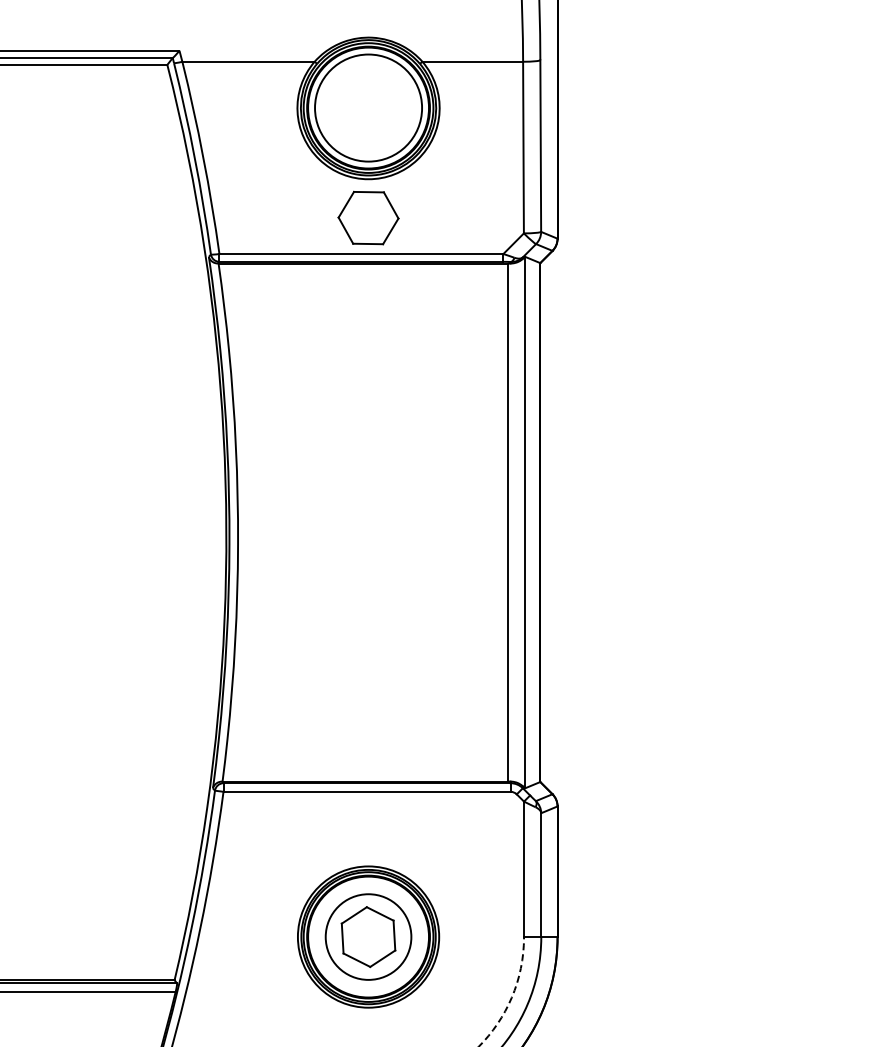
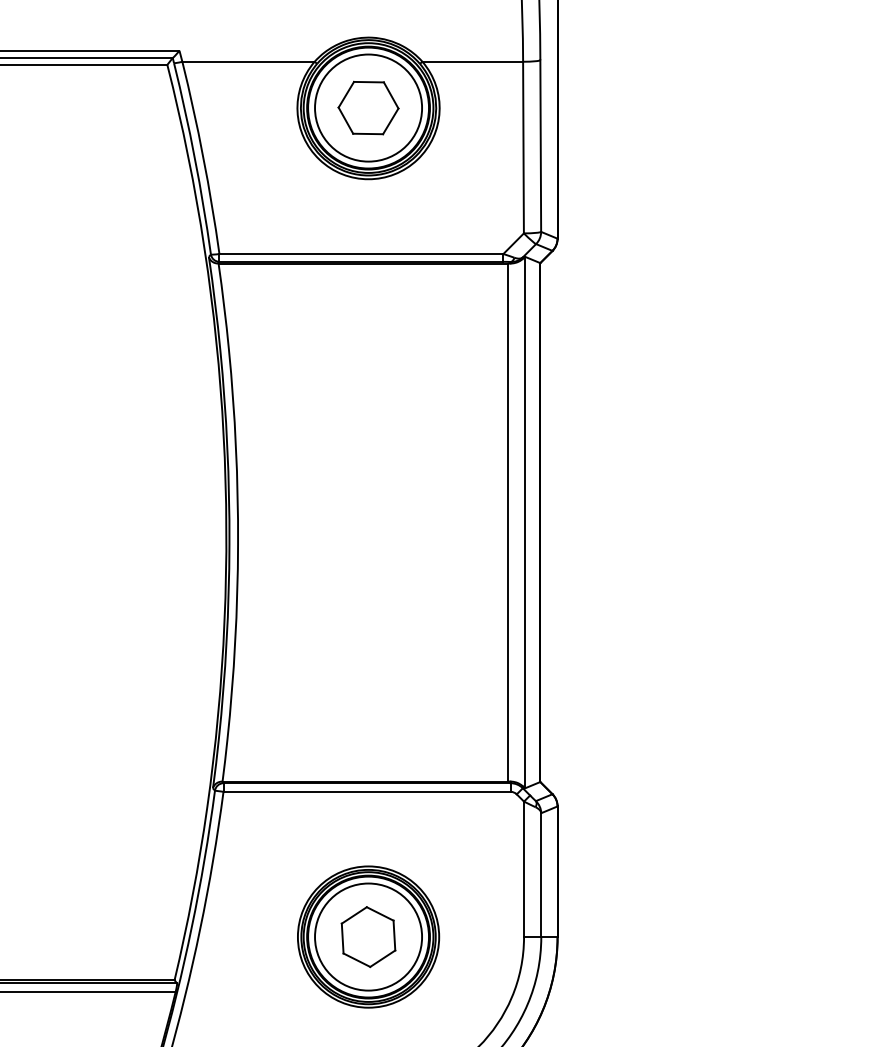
part at (368, 217) position: (368, 217) -> (368, 107)
circle at (368, 936) diameter: 86 px -> 107 px
arc at (512, 996): dashed -> solid
